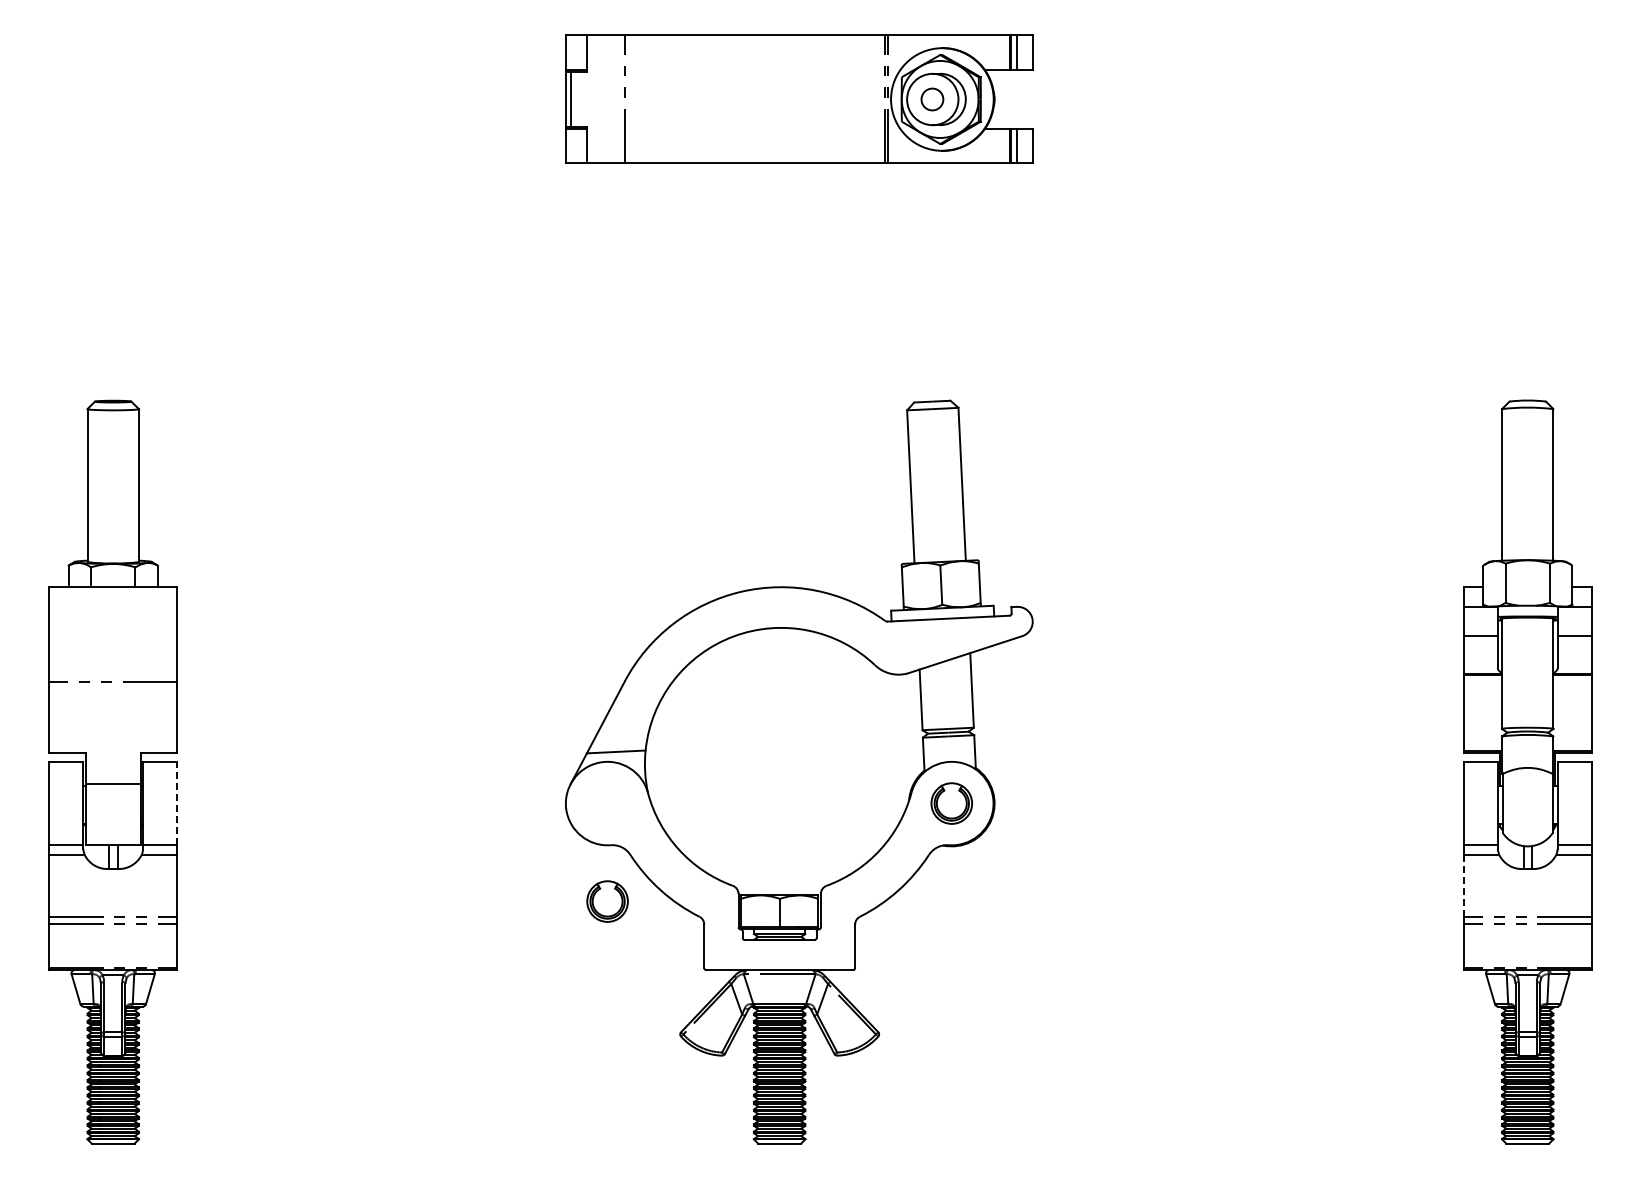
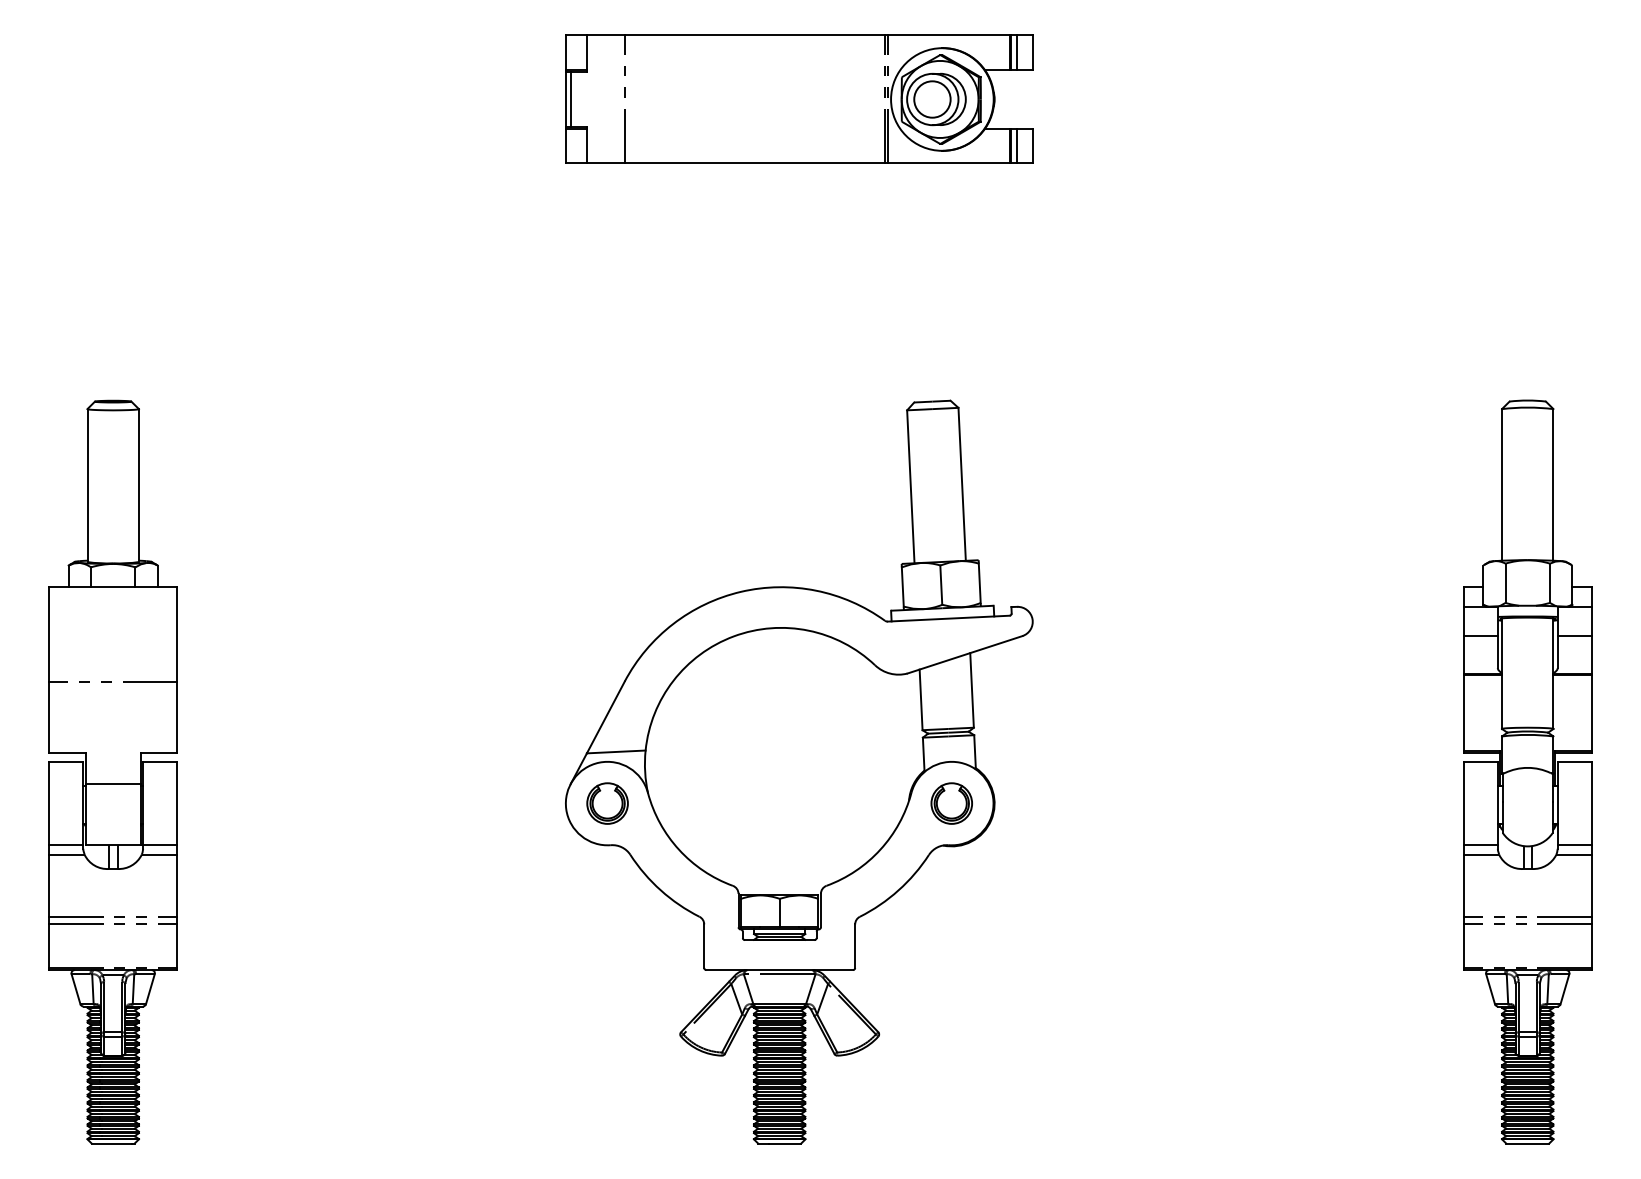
circle at (932, 99) diameter: 22 px -> 36 px
line at (177, 803): dashed -> solid
line at (1463, 885): dashed -> solid
part at (607, 901) position: (607, 901) -> (607, 803)
